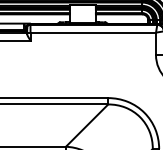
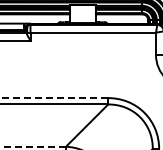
line at (54, 98): solid -> dashed
line at (32, 146): solid -> dashed
